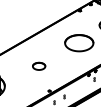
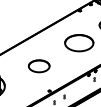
part at (39, 65) size: 15x10 px -> 24x15 px
